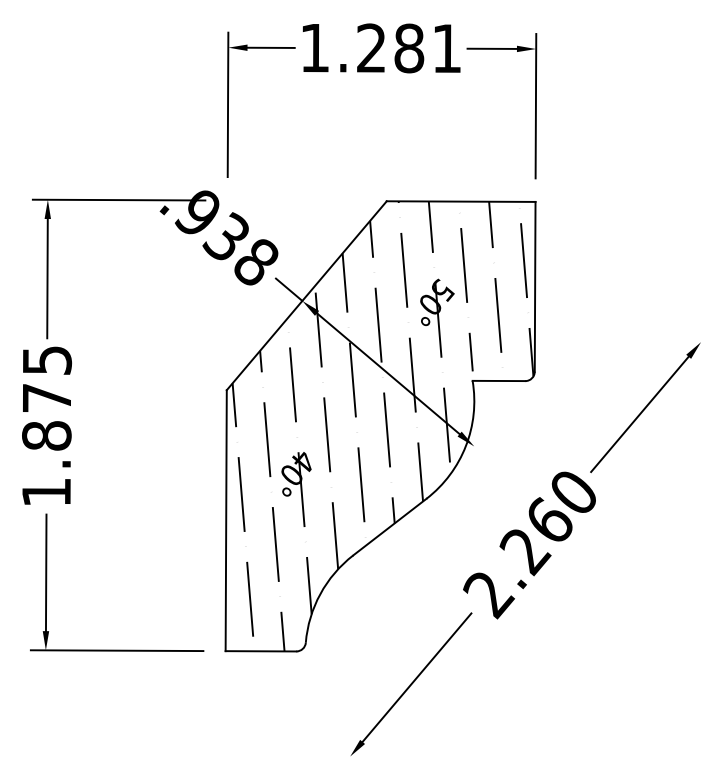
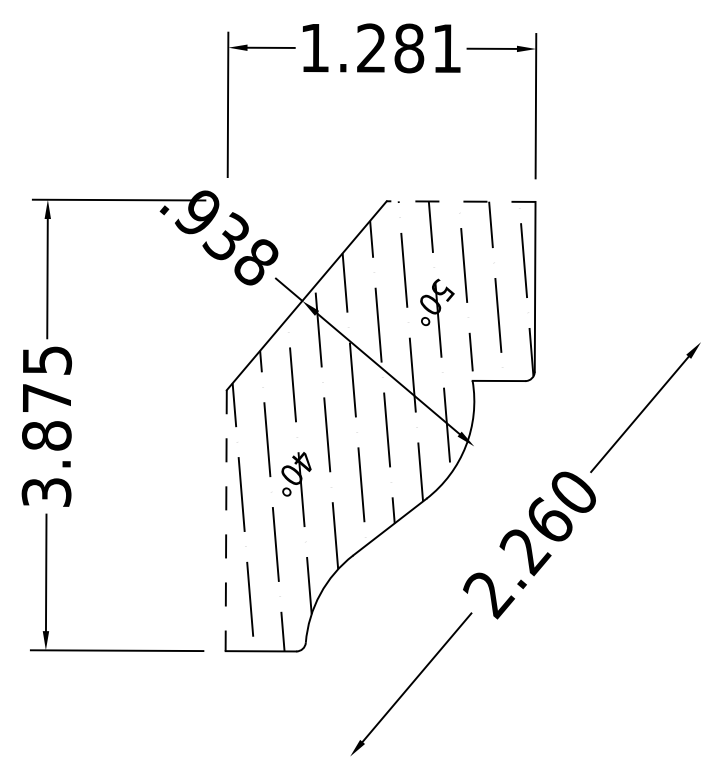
line at (460, 201): solid -> dashed
text at (46, 492): 1.875 -> 3.875
line at (226, 521): solid -> dashed
